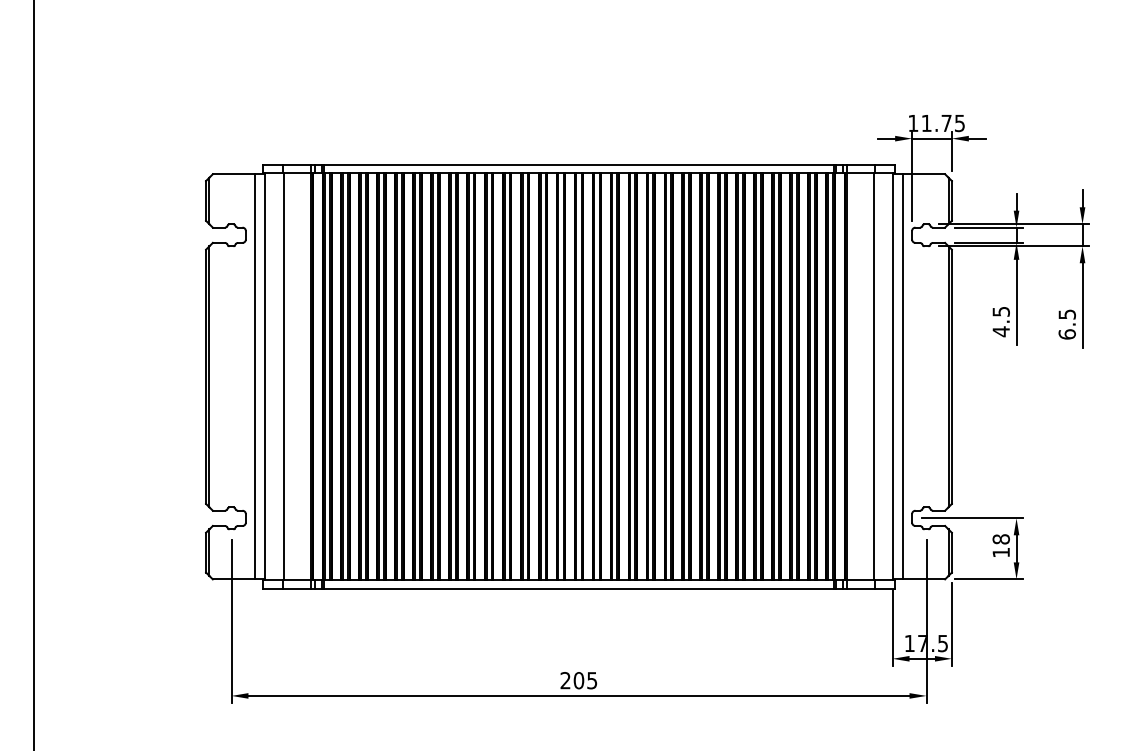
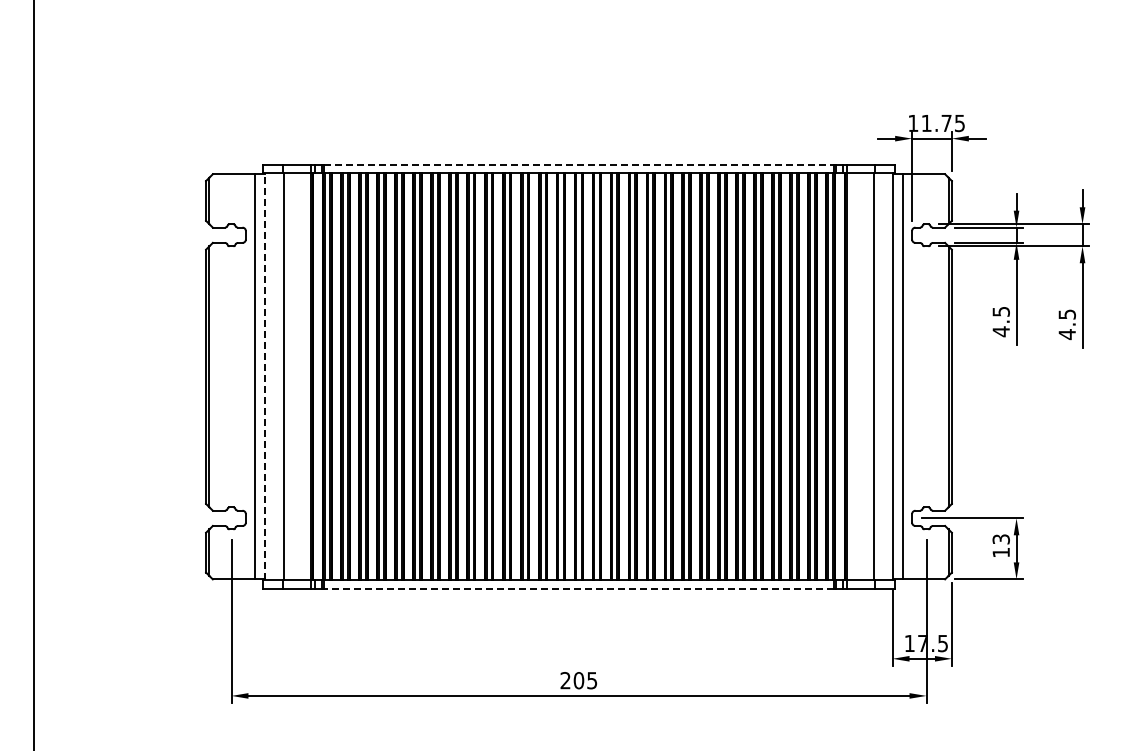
line at (579, 164): solid -> dashed
text at (1066, 334): 6.5 -> 4.5
line at (265, 376): solid -> dashed
text at (1000, 539): 18 -> 13
line at (578, 588): solid -> dashed
